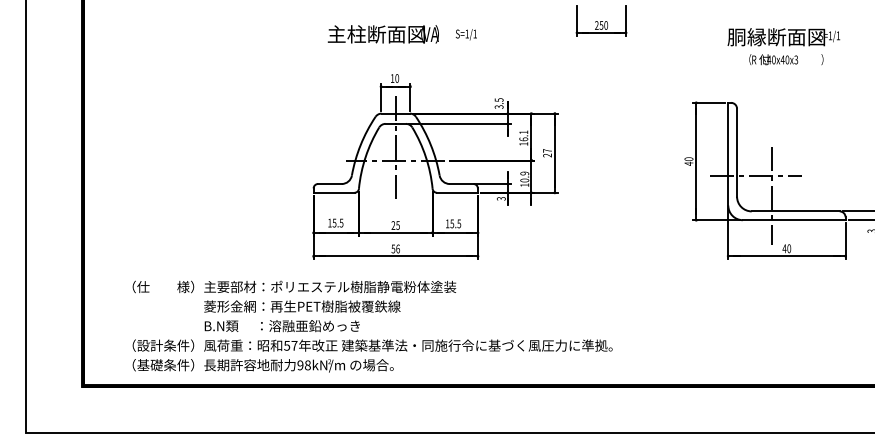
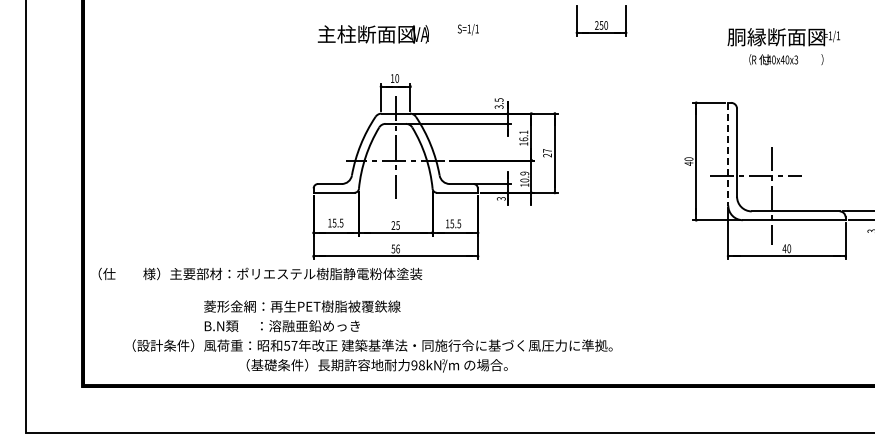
text at (382, 34) position: (382, 34) -> (372, 34)
text at (465, 34) position: (465, 34) -> (467, 29)
line at (728, 154): solid -> dashed
text at (294, 286) position: (294, 286) -> (260, 273)
text at (262, 365) position: (262, 365) -> (376, 365)
